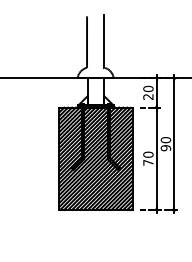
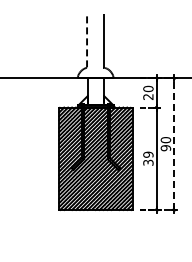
line at (87, 42): solid -> dashed
line at (174, 143): solid -> dashed
text at (148, 158): 70 -> 39
